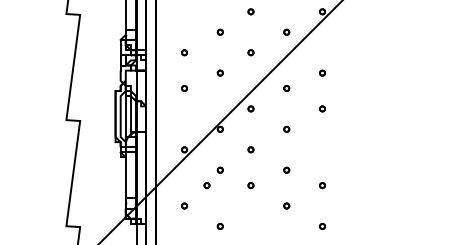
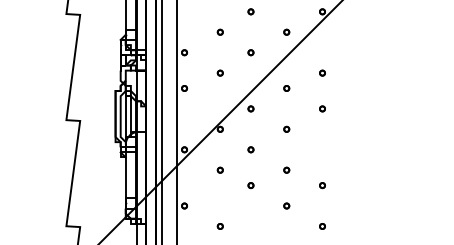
line at (161, 121): none -> present
line at (176, 121): none -> present
part at (206, 185): present -> none
